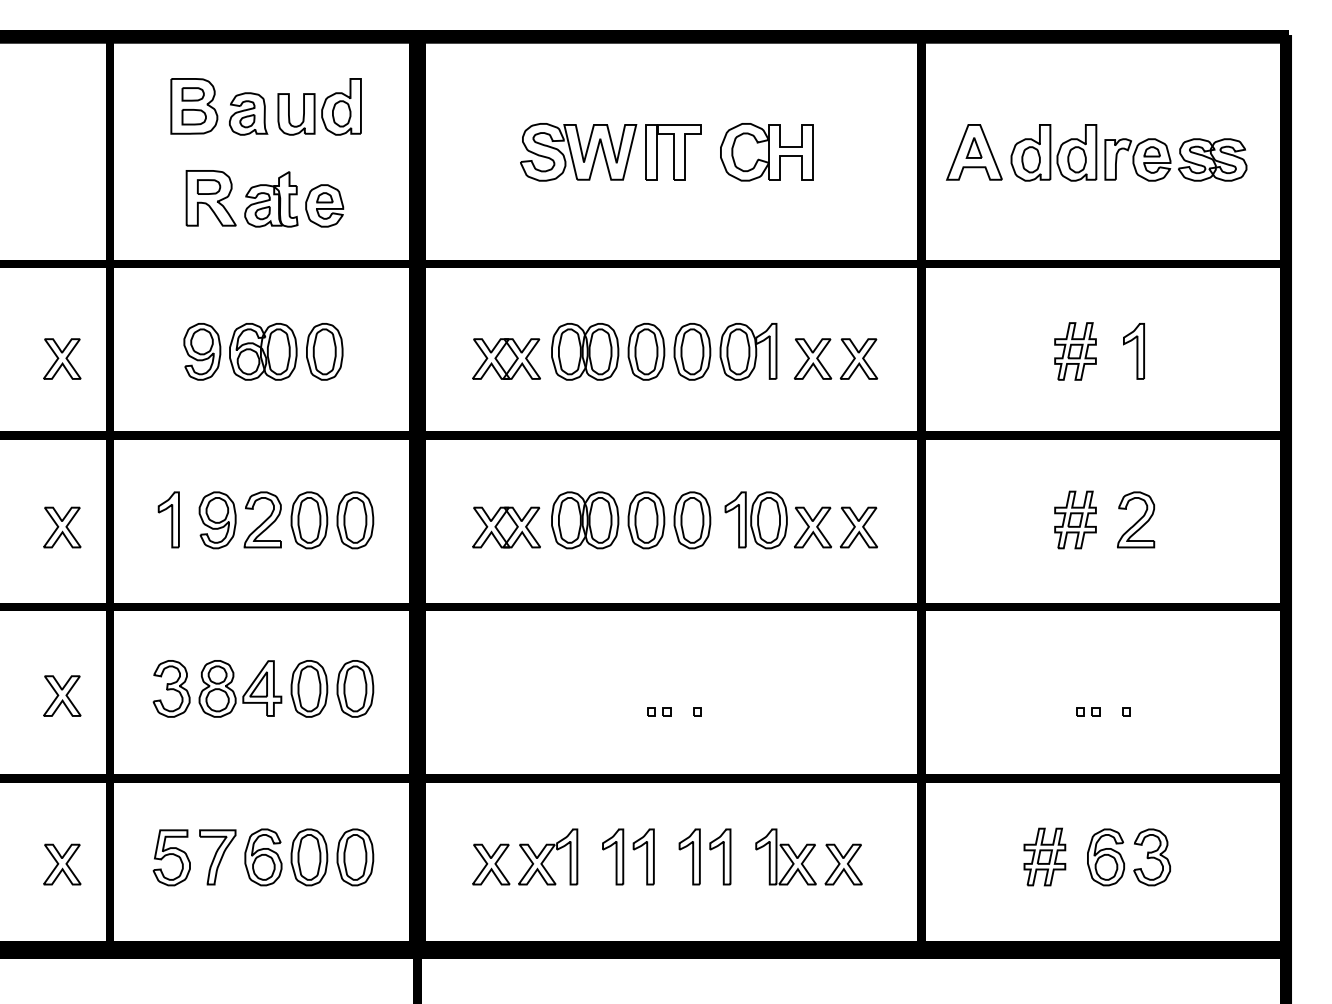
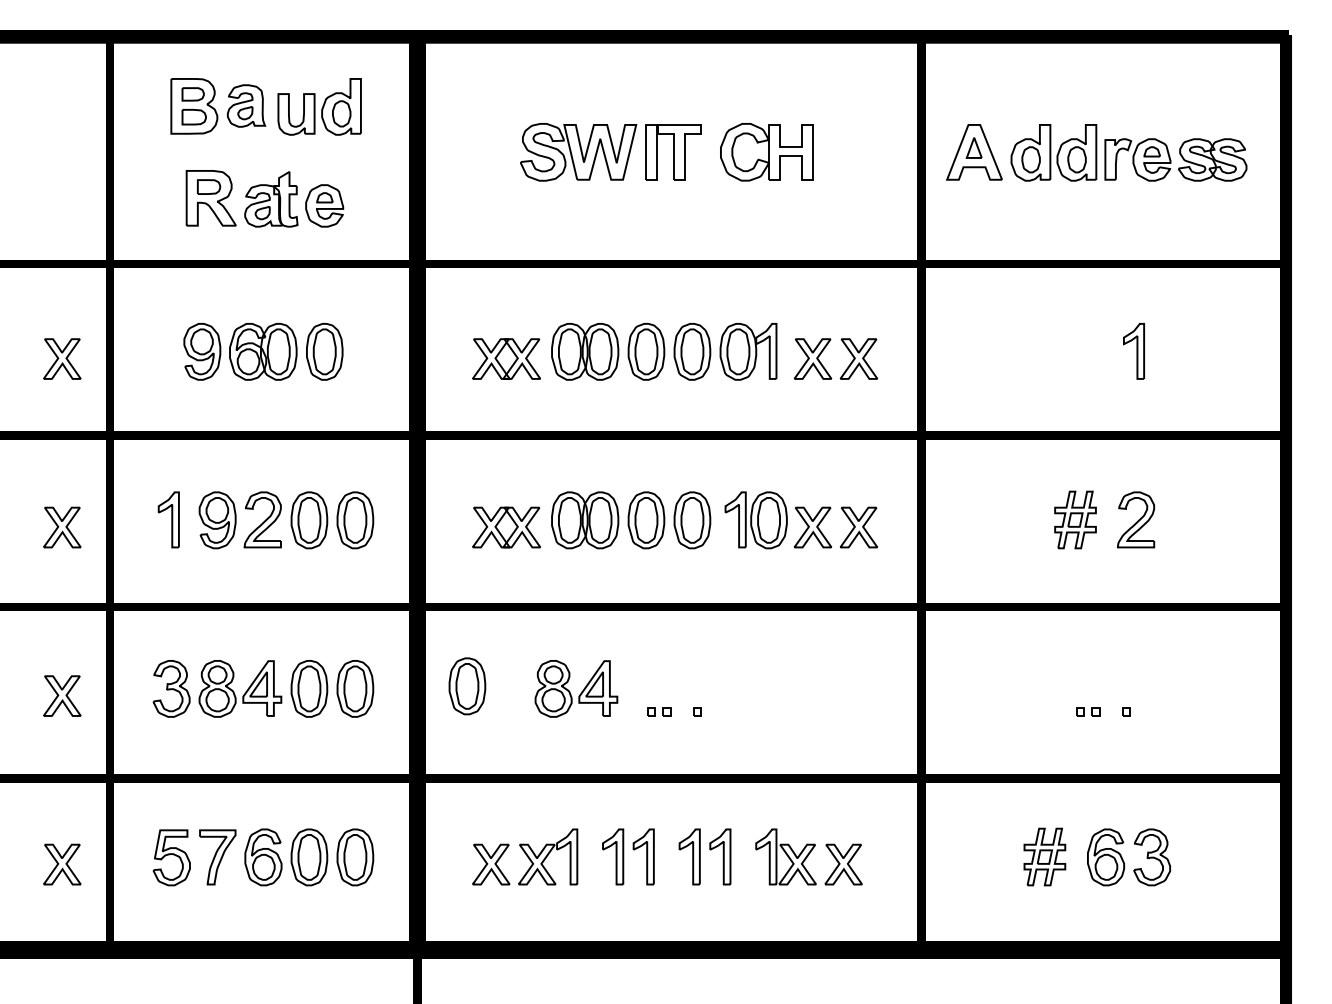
part at (248, 113) position: (248, 113) -> (246, 105)
part at (1075, 351): present -> none
part at (467, 686): none -> present
part at (576, 688): none -> present
